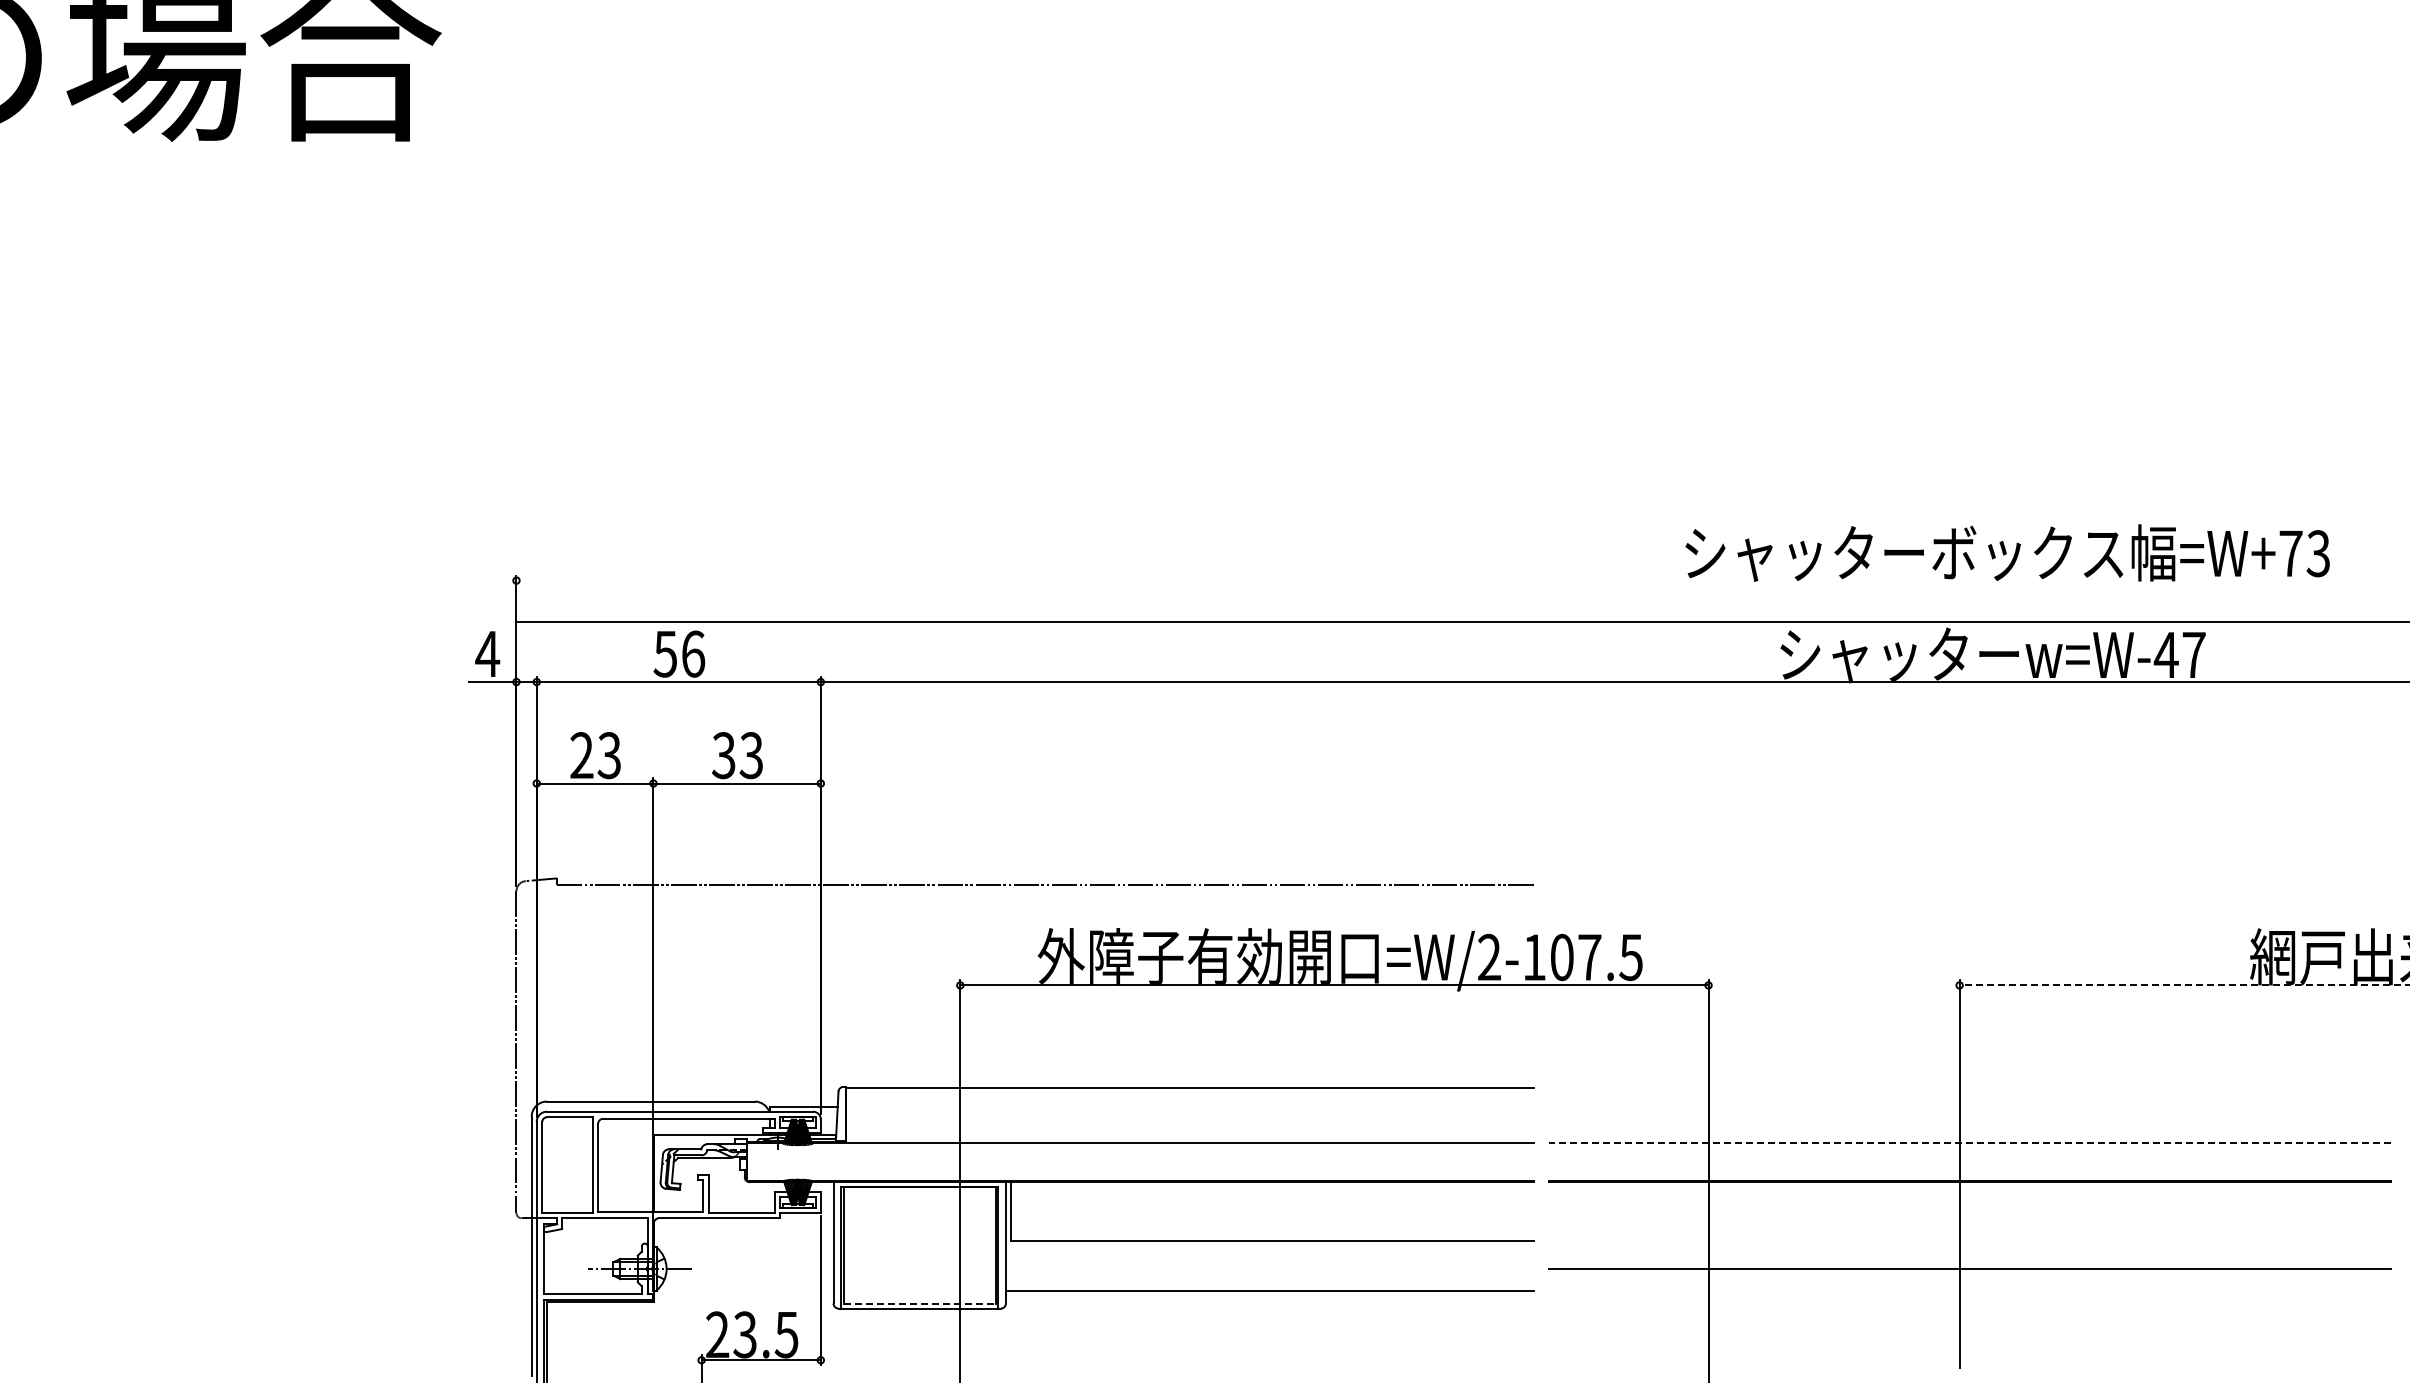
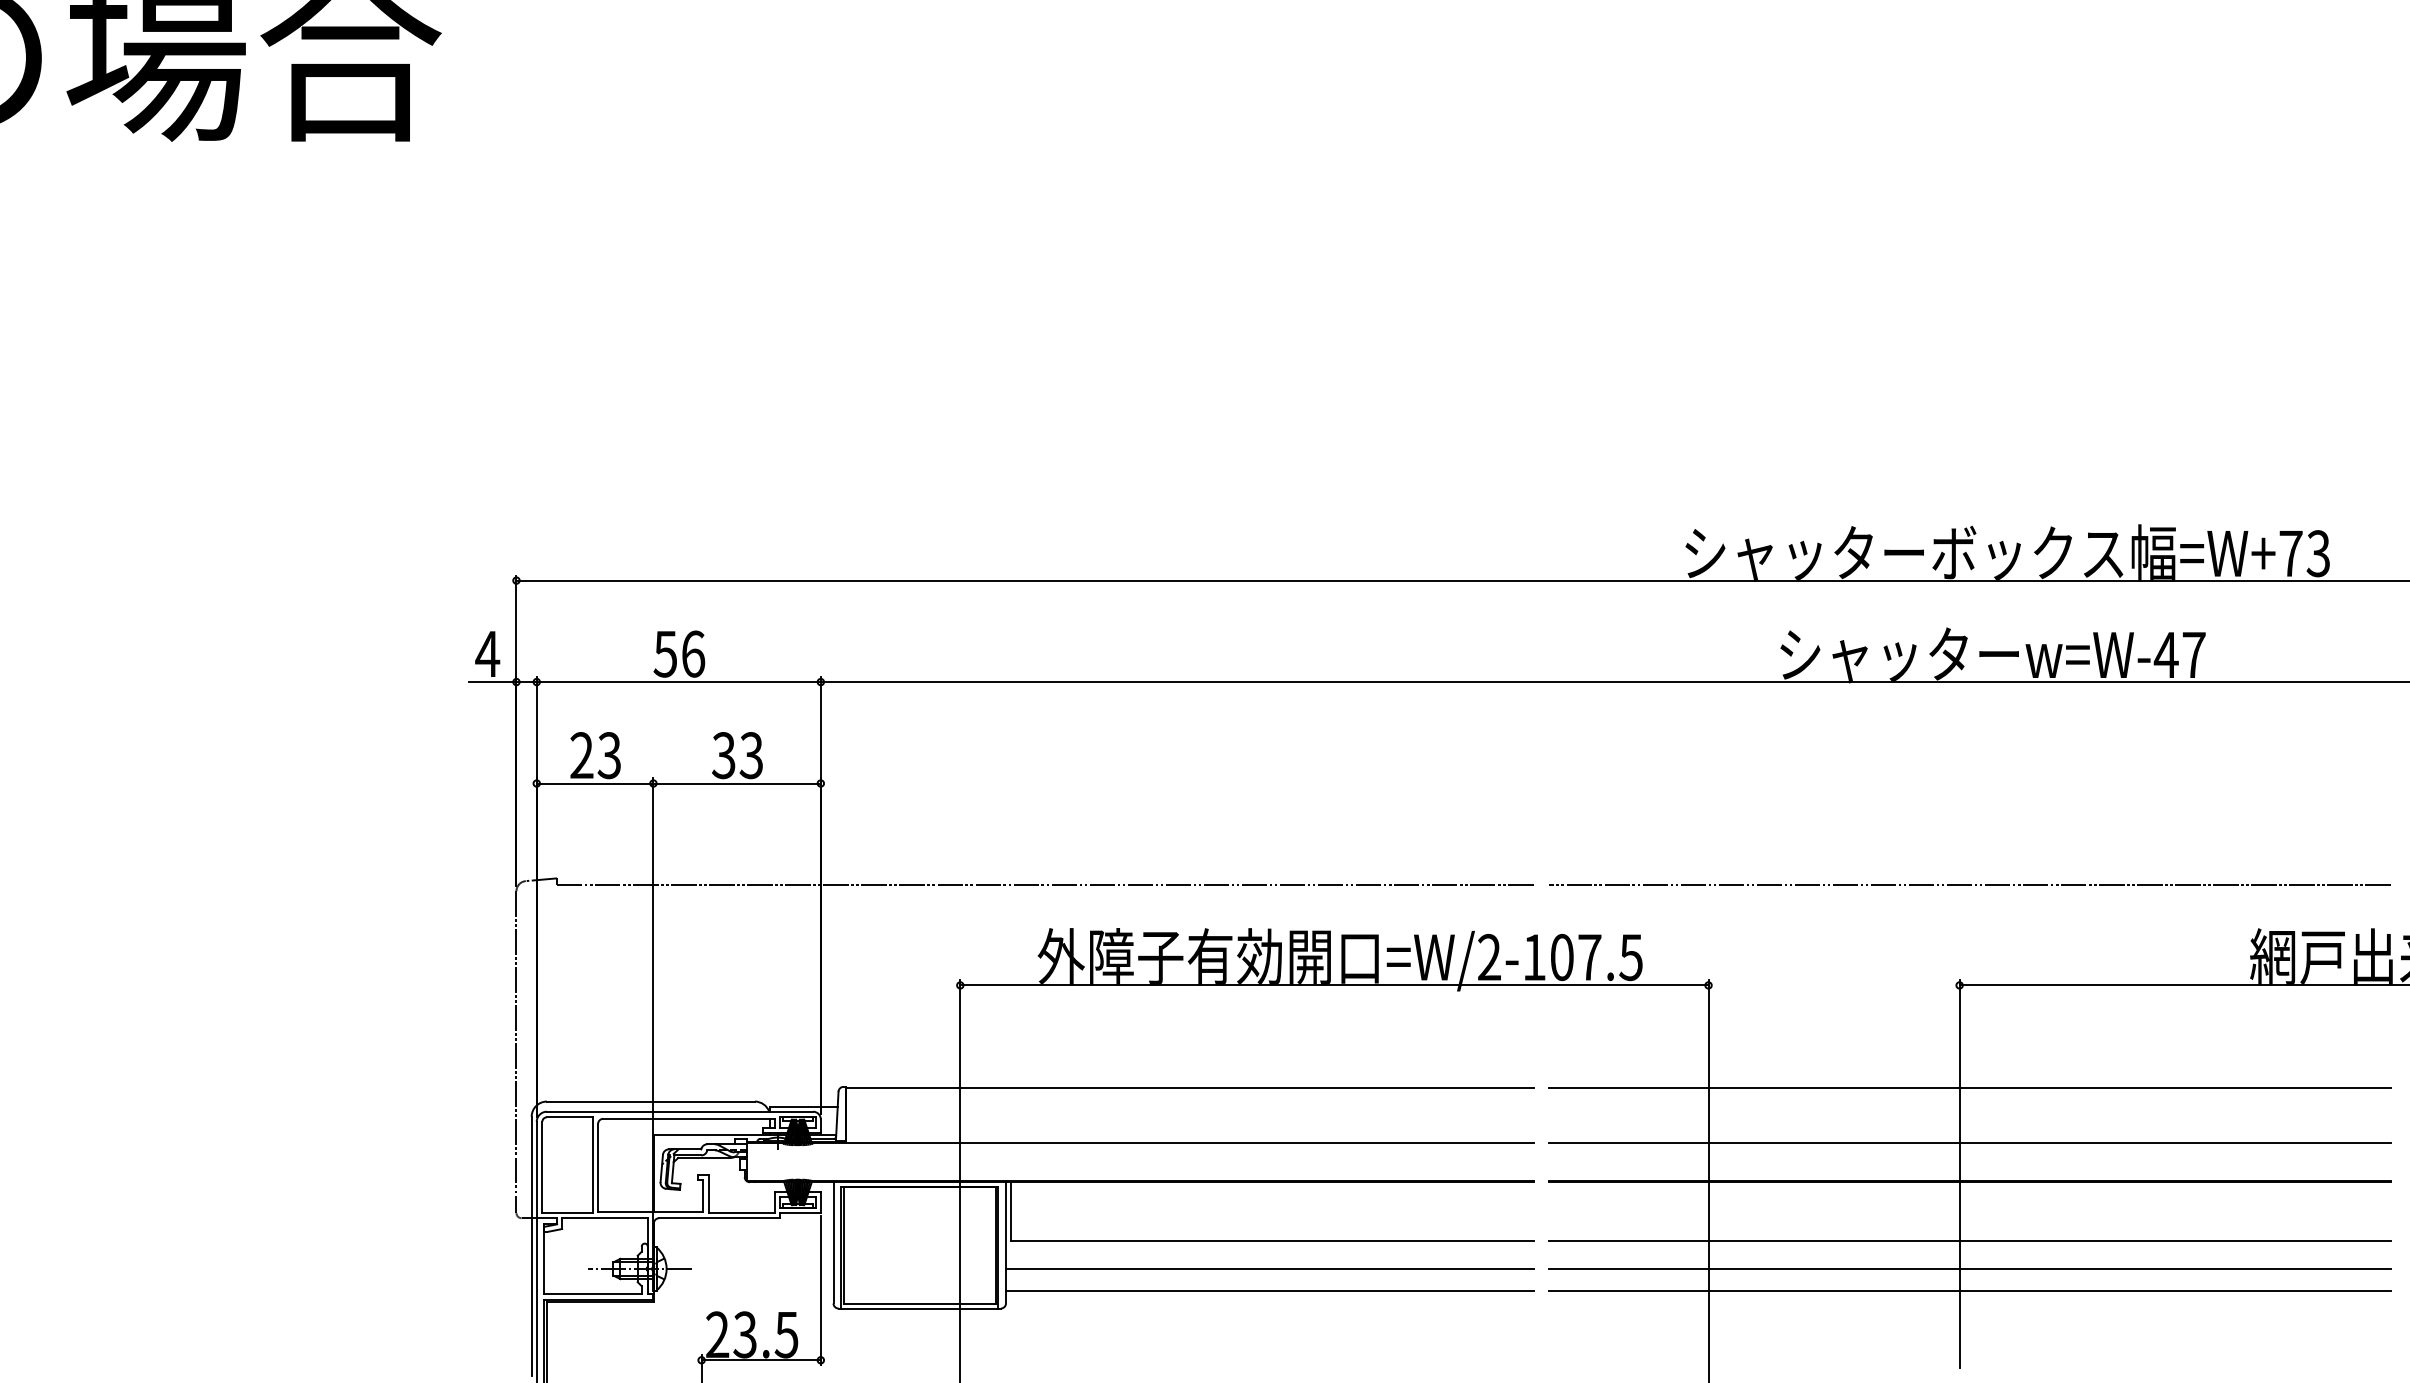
line at (1461, 621) position: (1461, 621) -> (1461, 580)
line at (1969, 884): none -> present
line at (2184, 985): dashed -> solid
line at (1969, 1088): none -> present
line at (1969, 1142): dashed -> solid
line at (1969, 1240): none -> present
line at (1269, 1268): none -> present
line at (1969, 1291): none -> present
line at (920, 1303): dashed -> solid
